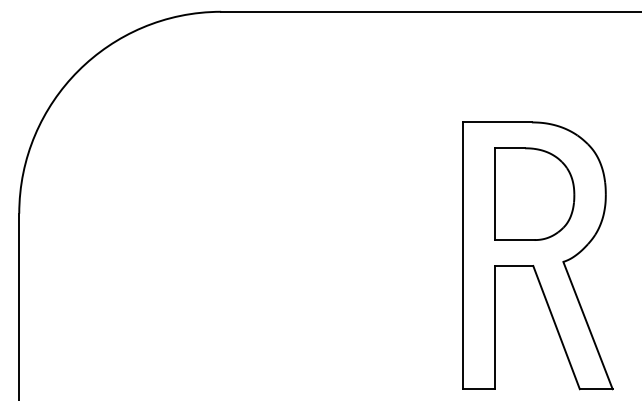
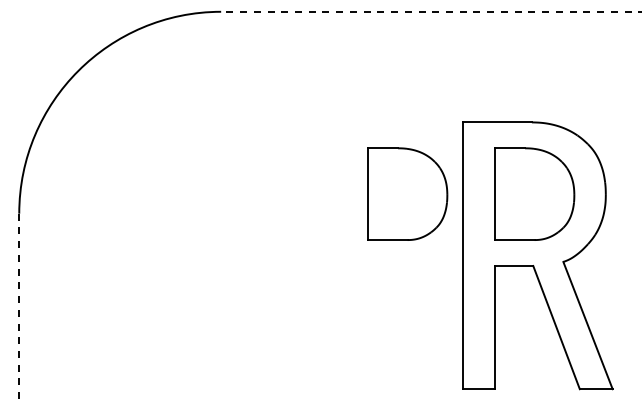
line at (431, 11): solid -> dashed
part at (407, 193): none -> present
line at (19, 307): solid -> dashed
